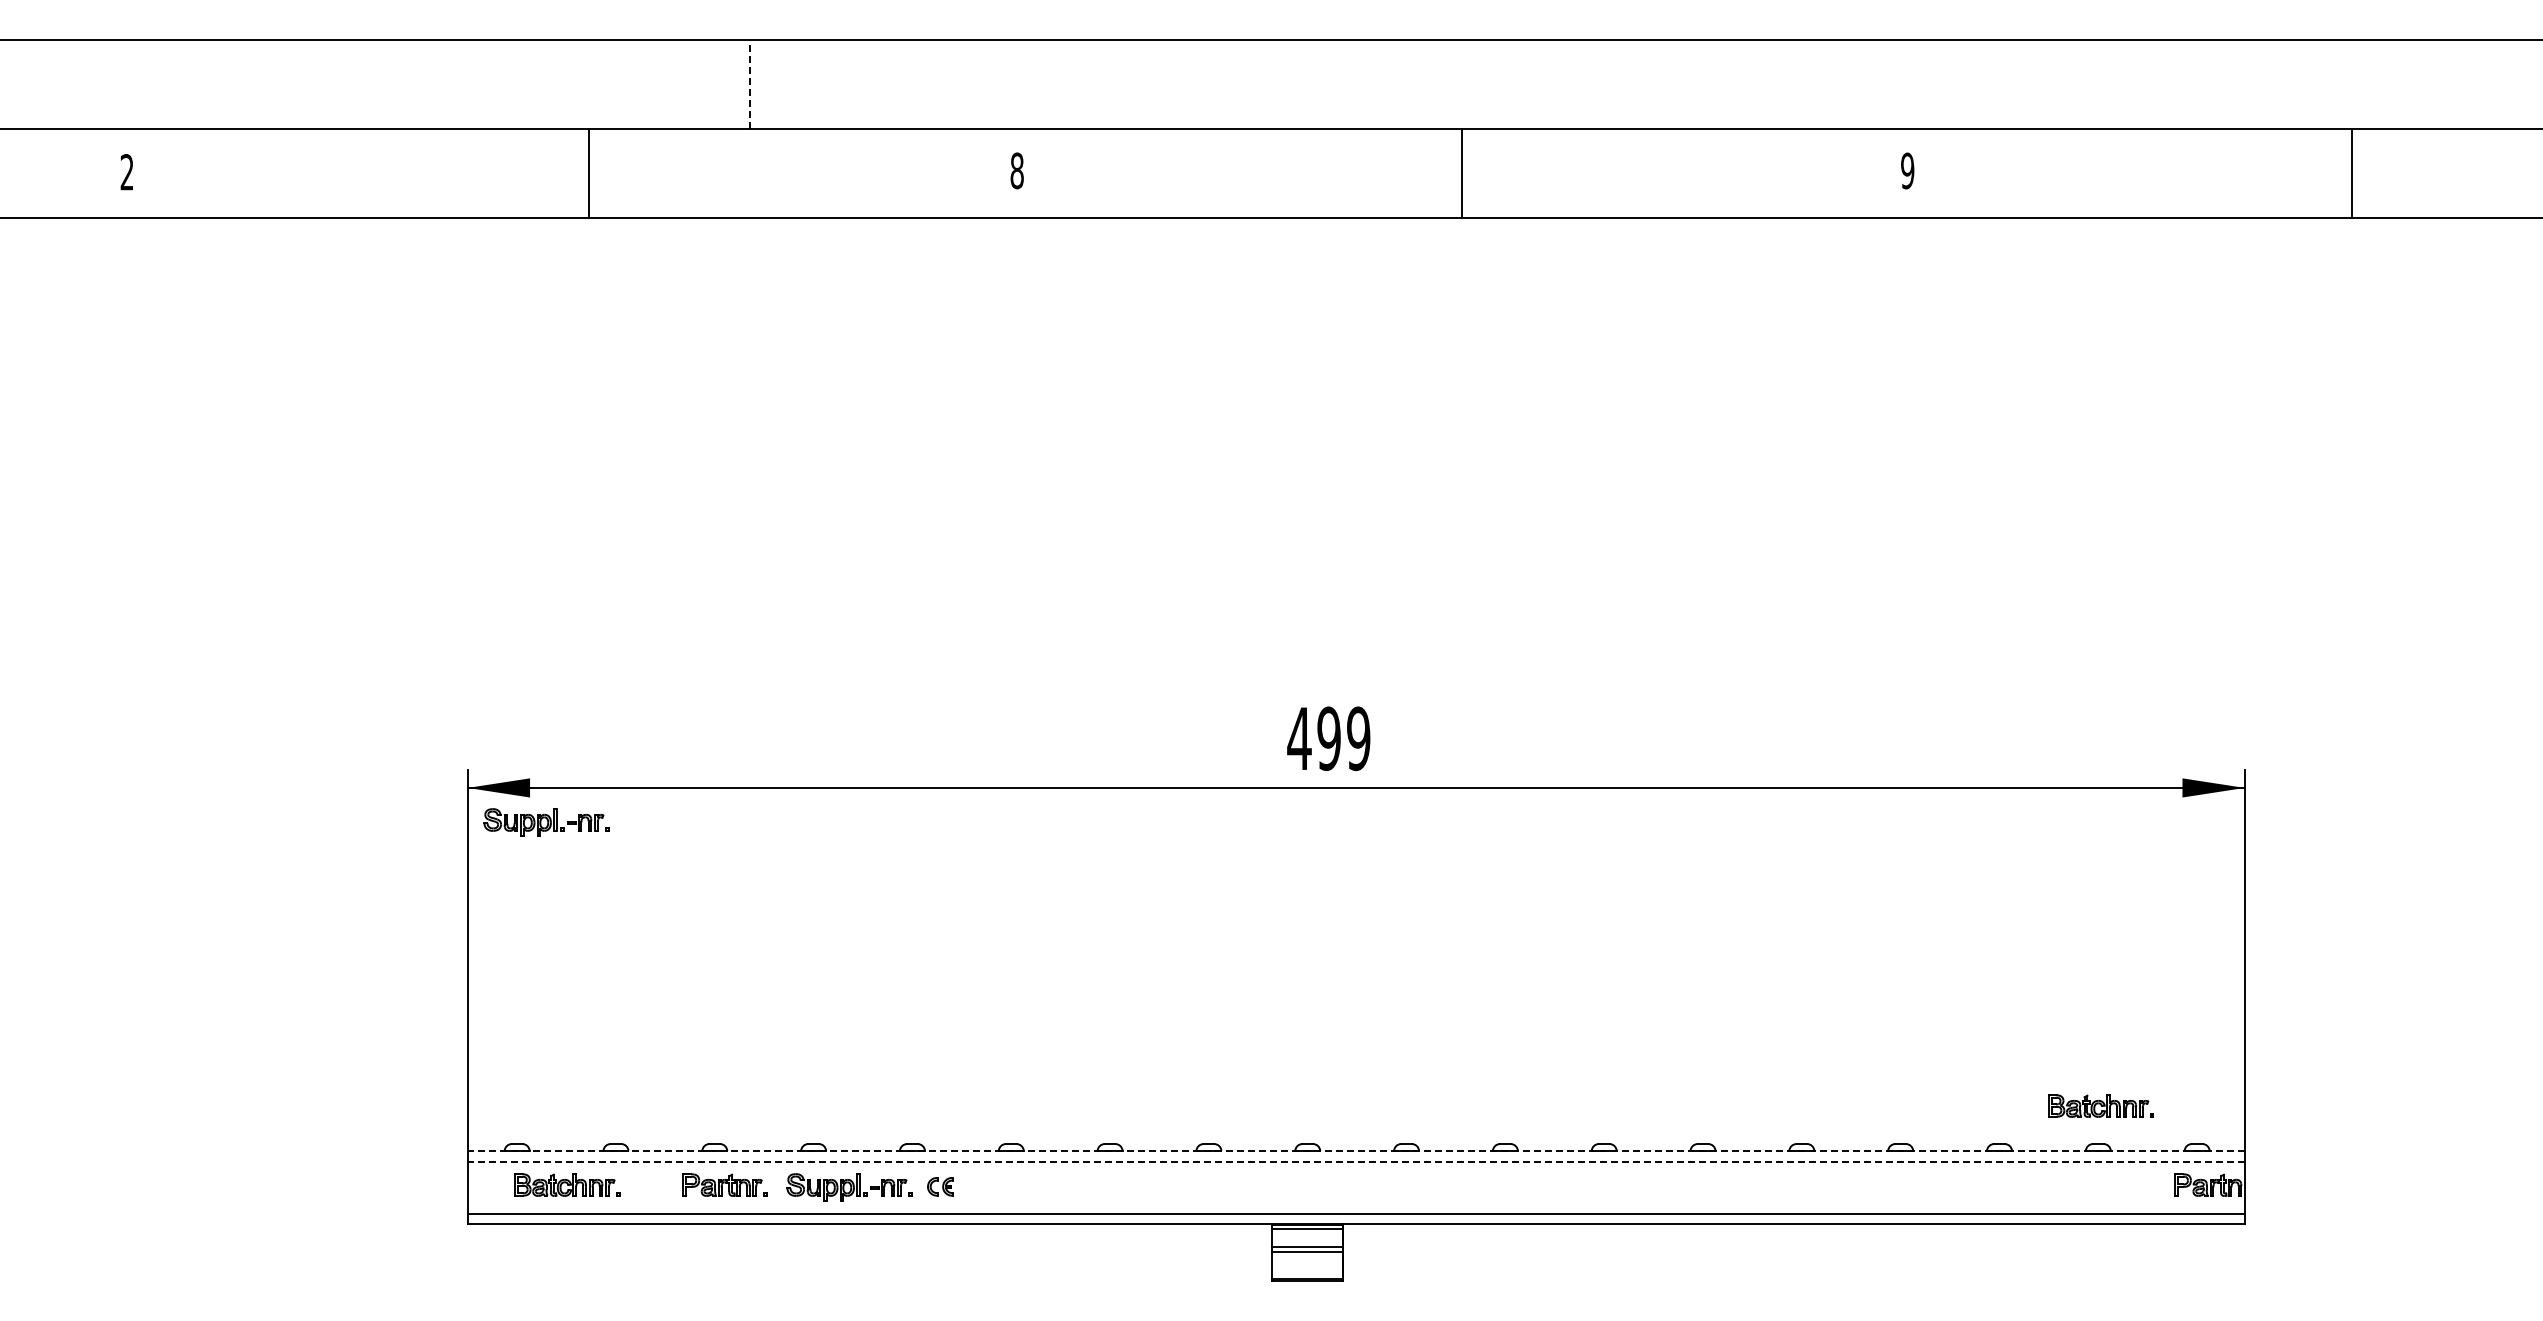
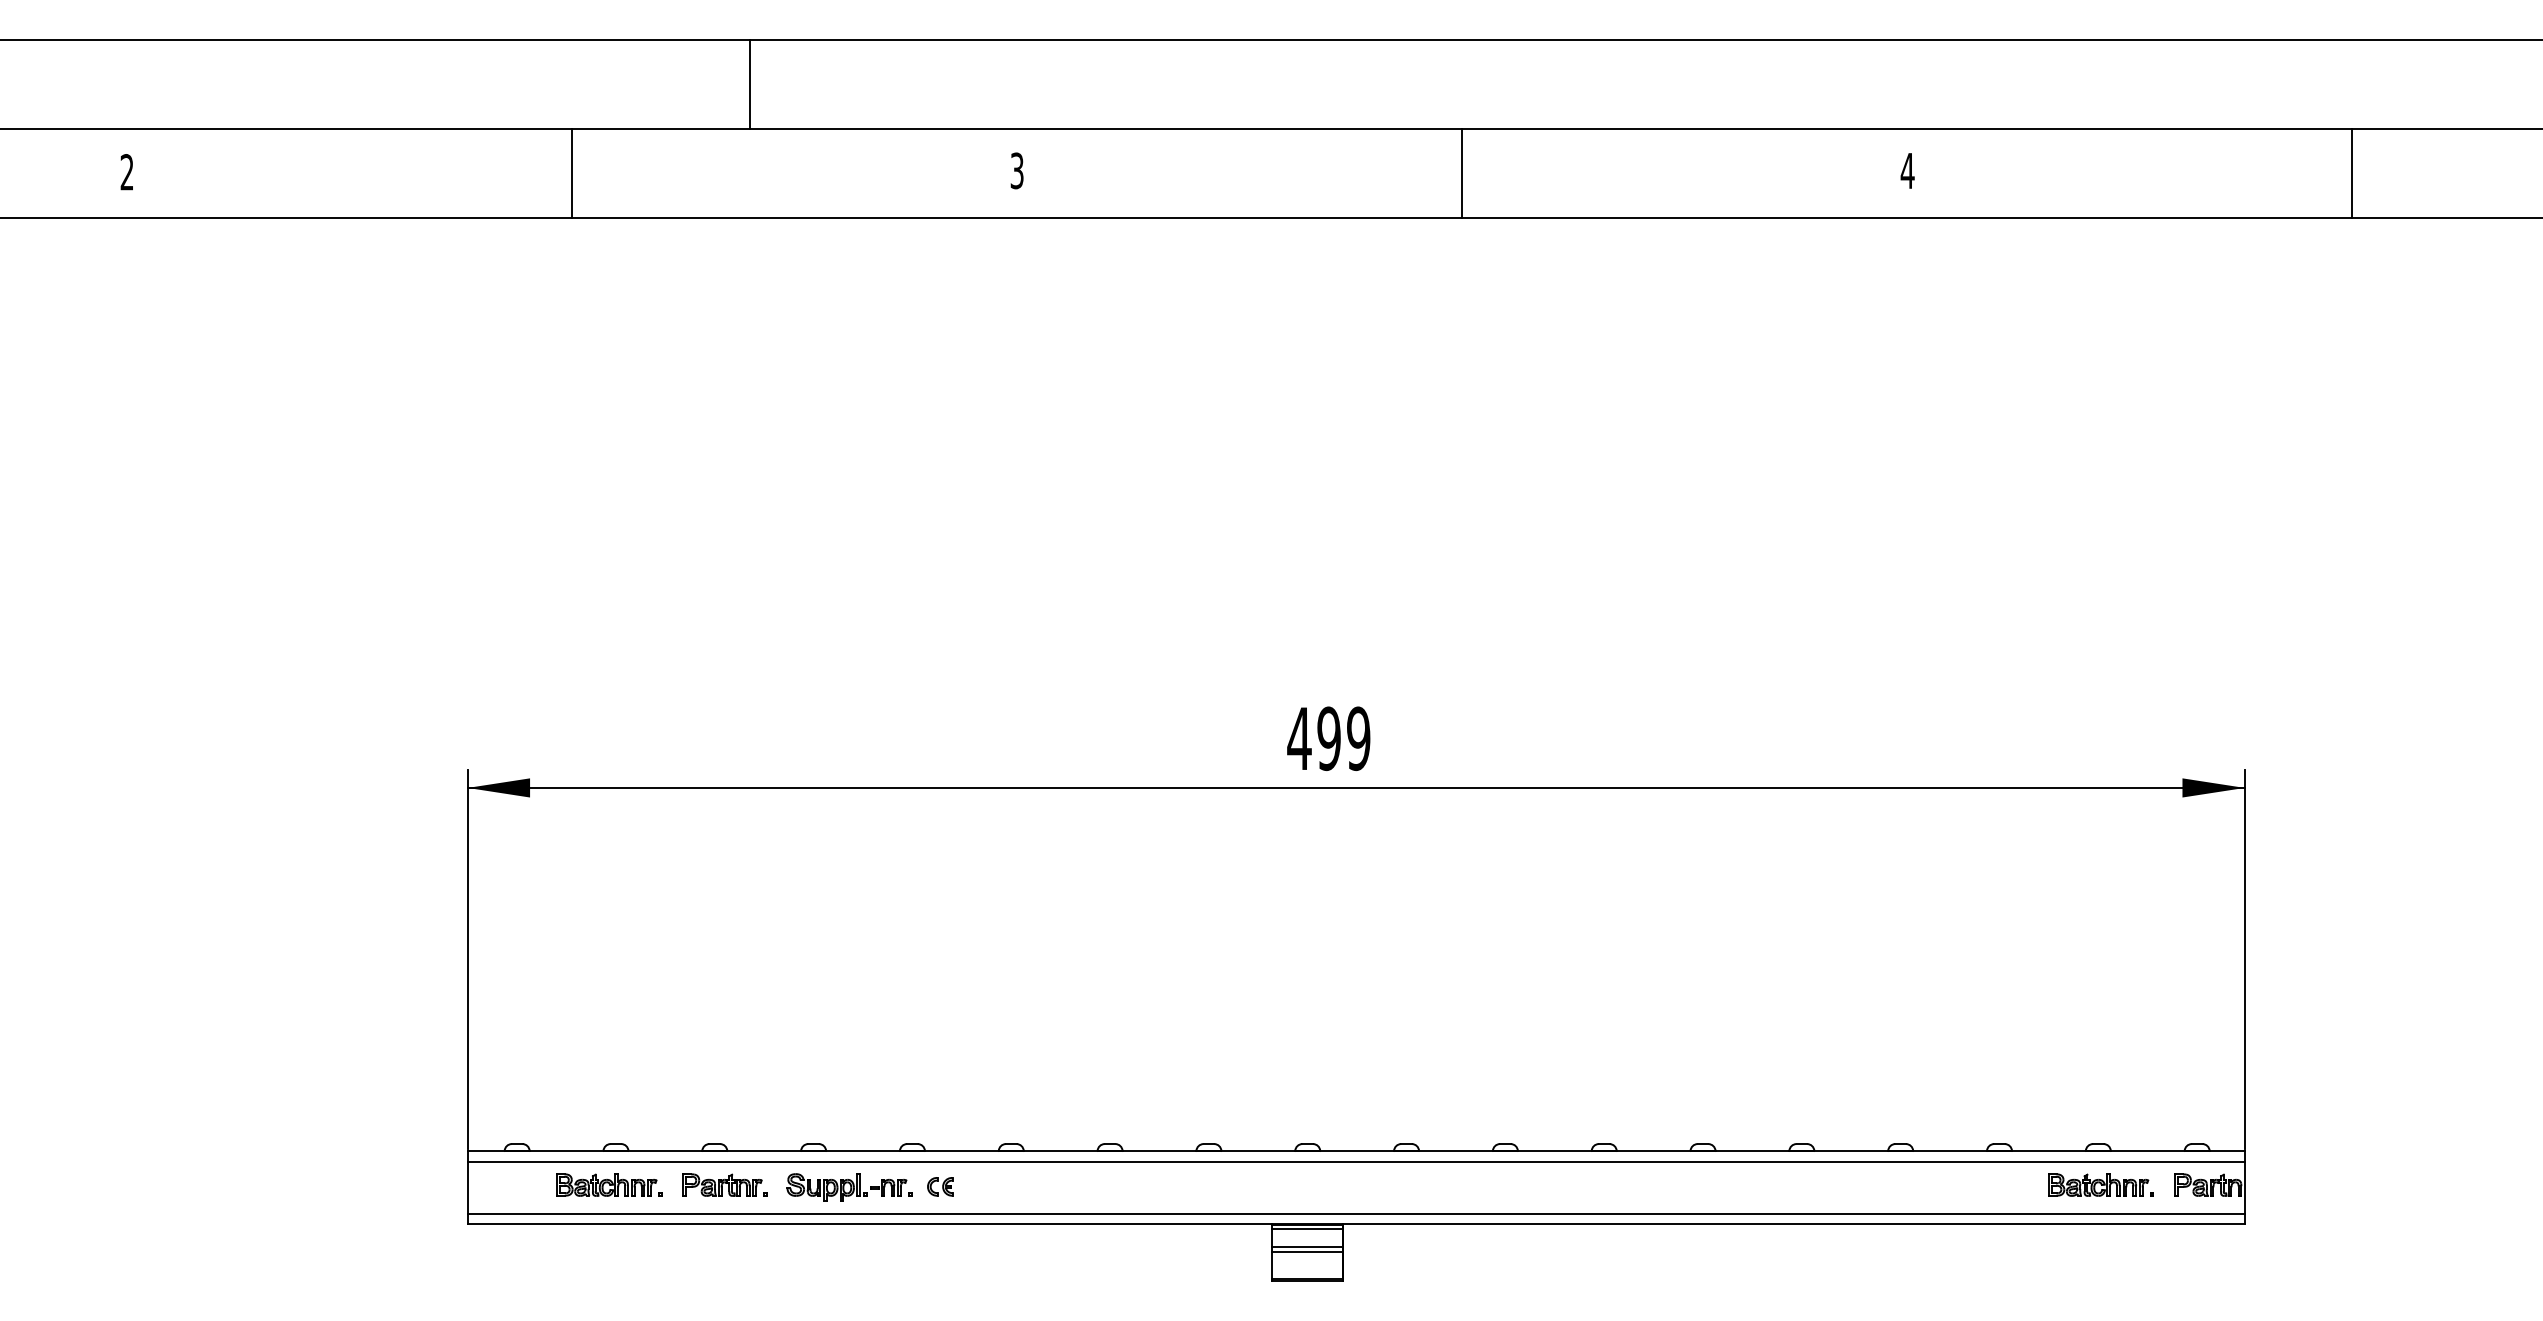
line at (749, 84): dashed -> solid
text at (1016, 170): 8 -> 3
text at (1907, 170): 9 -> 4
line at (588, 172) position: (588, 172) -> (571, 172)
part at (546, 822): present -> none
part at (2100, 1105) position: (2100, 1105) -> (2100, 1184)
line at (1356, 1151): dashed -> solid
line at (1356, 1161): dashed -> solid
part at (567, 1184) position: (567, 1184) -> (609, 1184)
